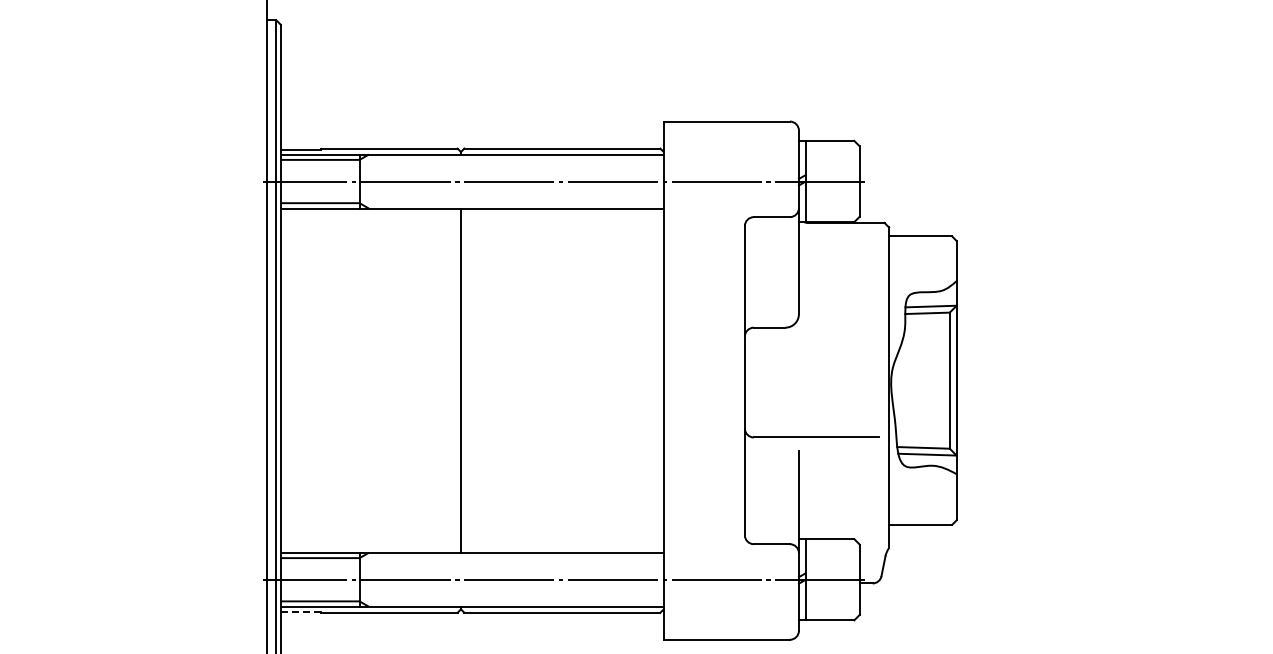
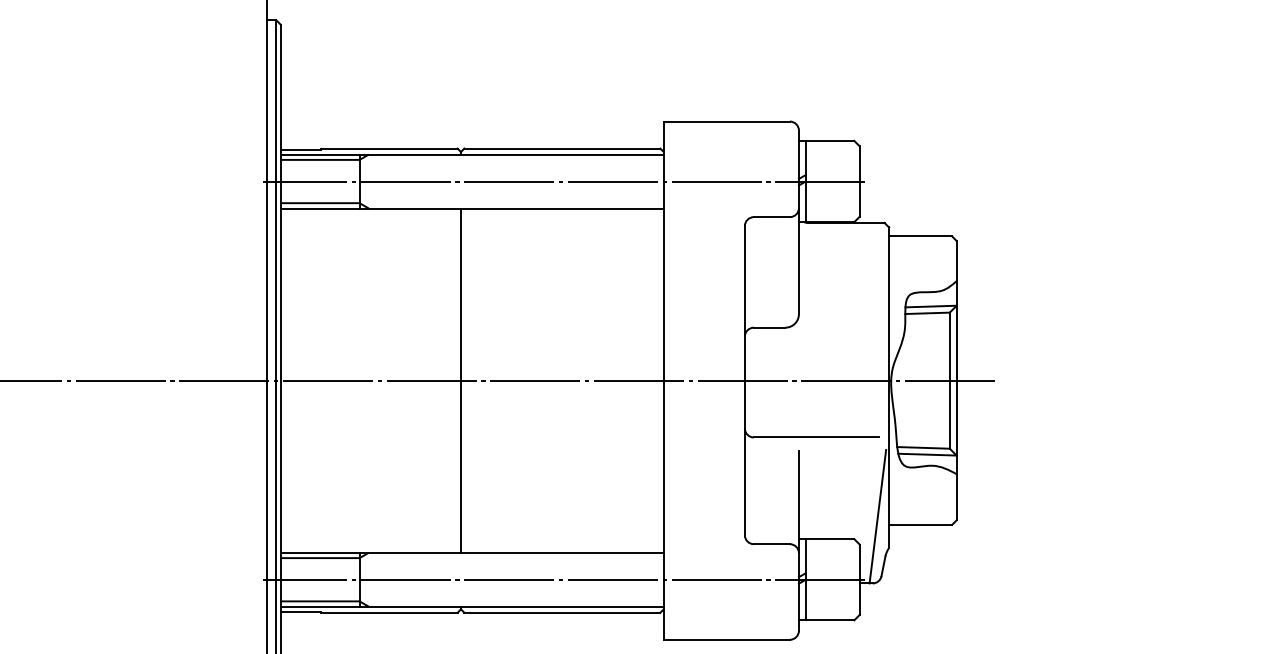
line at (498, 380): none -> present
line at (877, 516): none -> present
line at (301, 611): dashed -> solid
